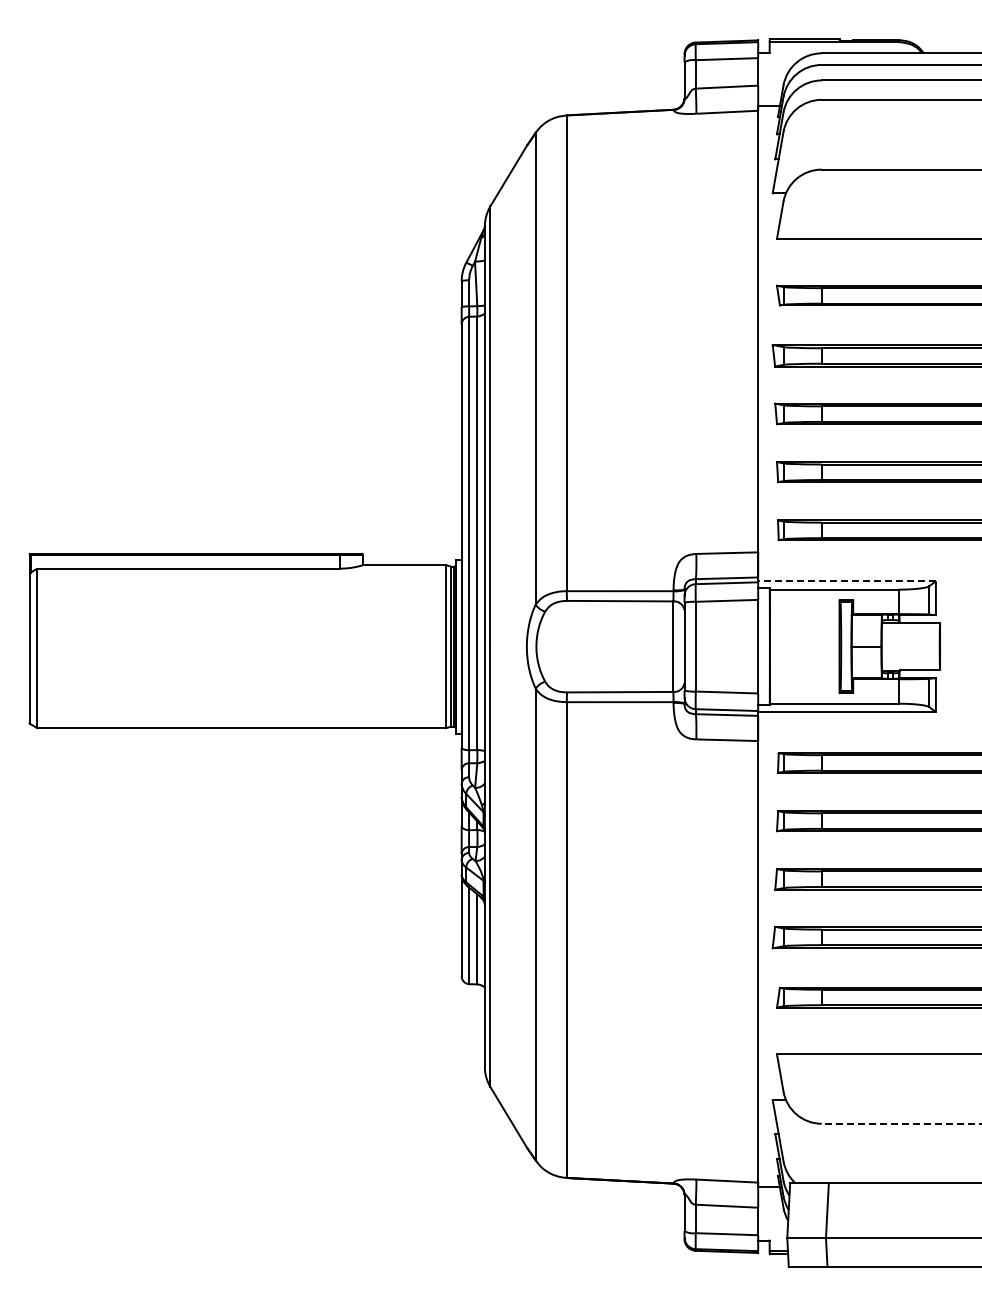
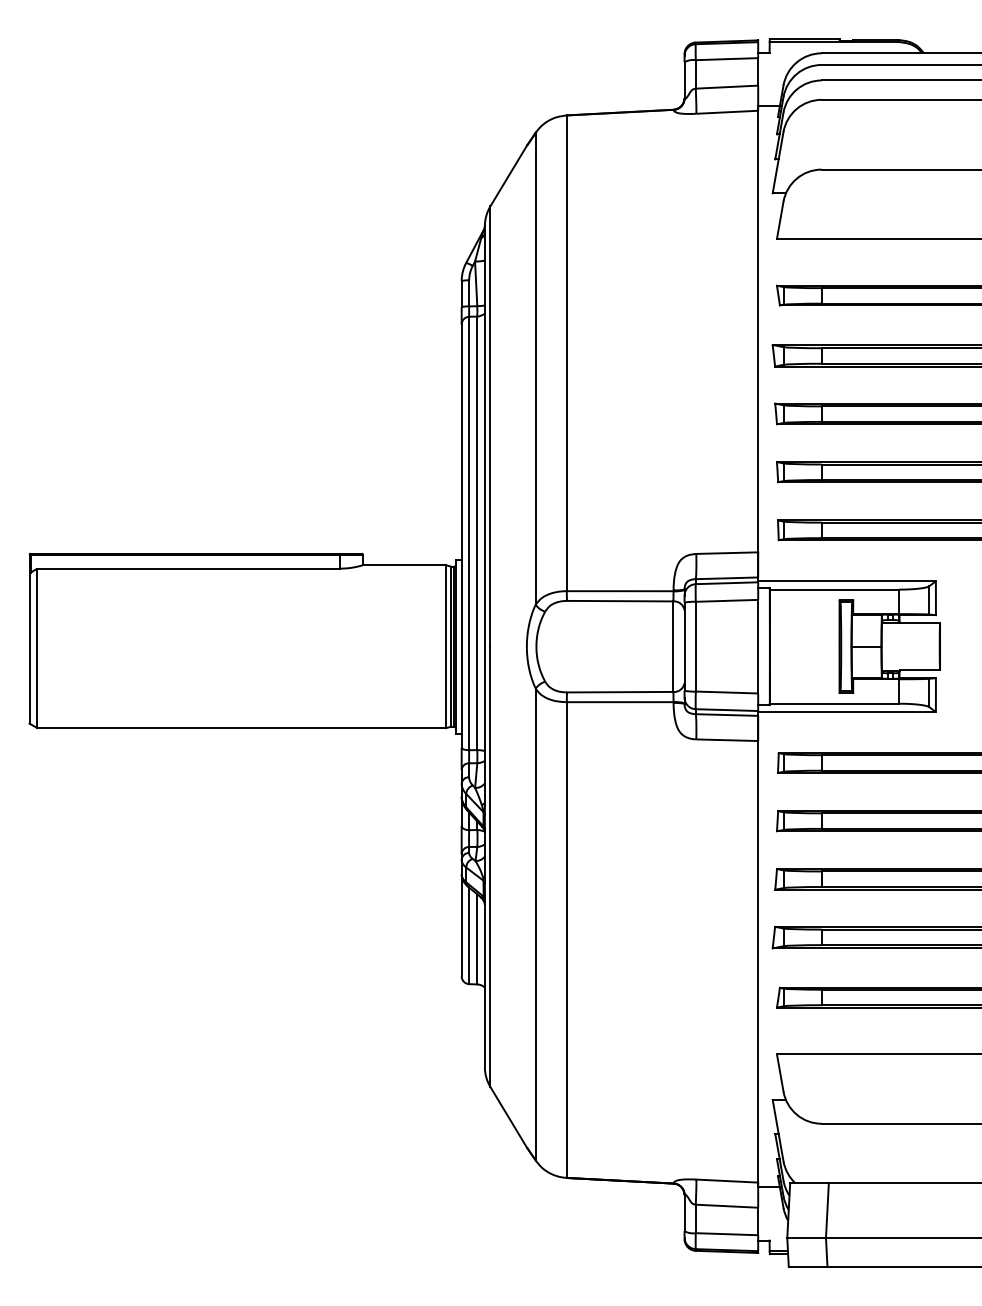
line at (847, 581): dashed -> solid
line at (901, 1123): dashed -> solid
